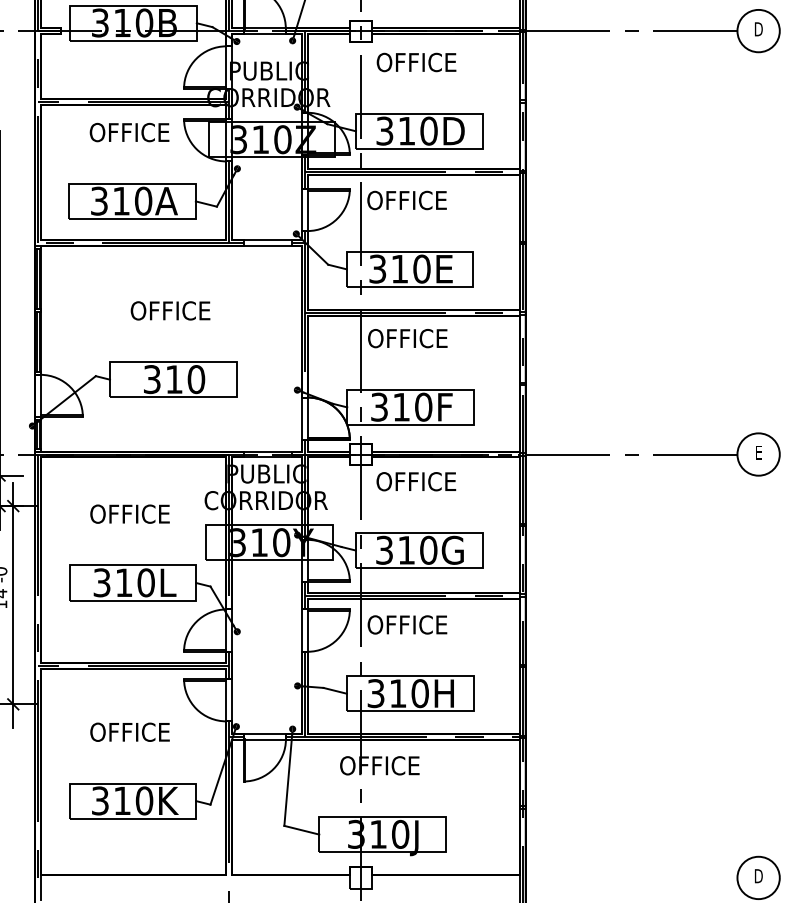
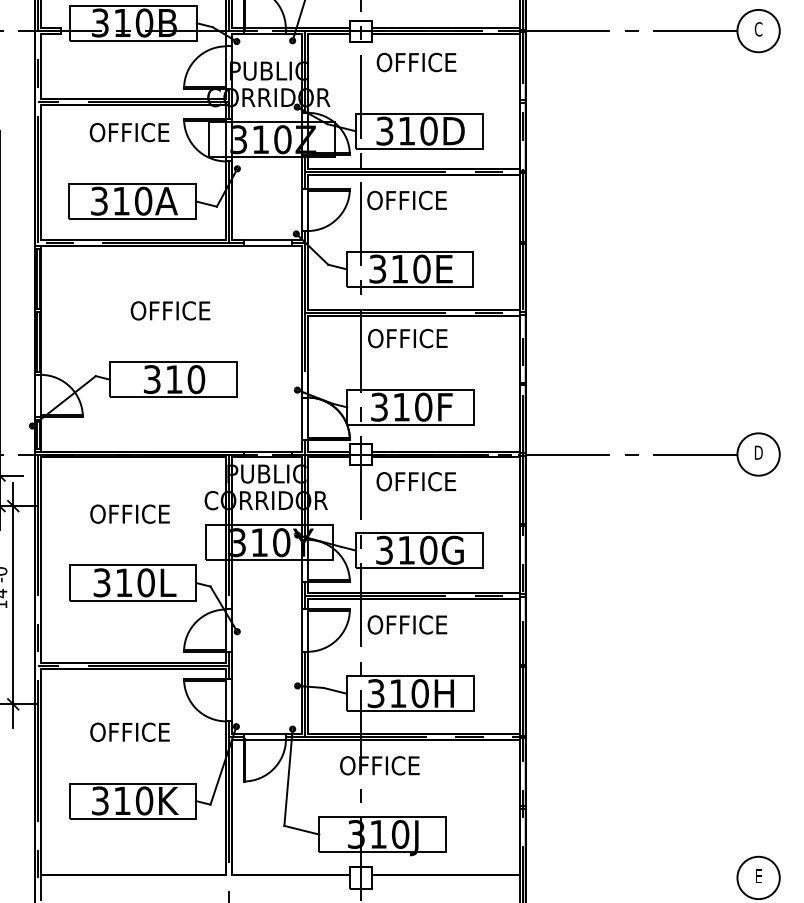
text at (758, 29): D -> C
text at (758, 452): E -> D
text at (758, 876): D -> E
